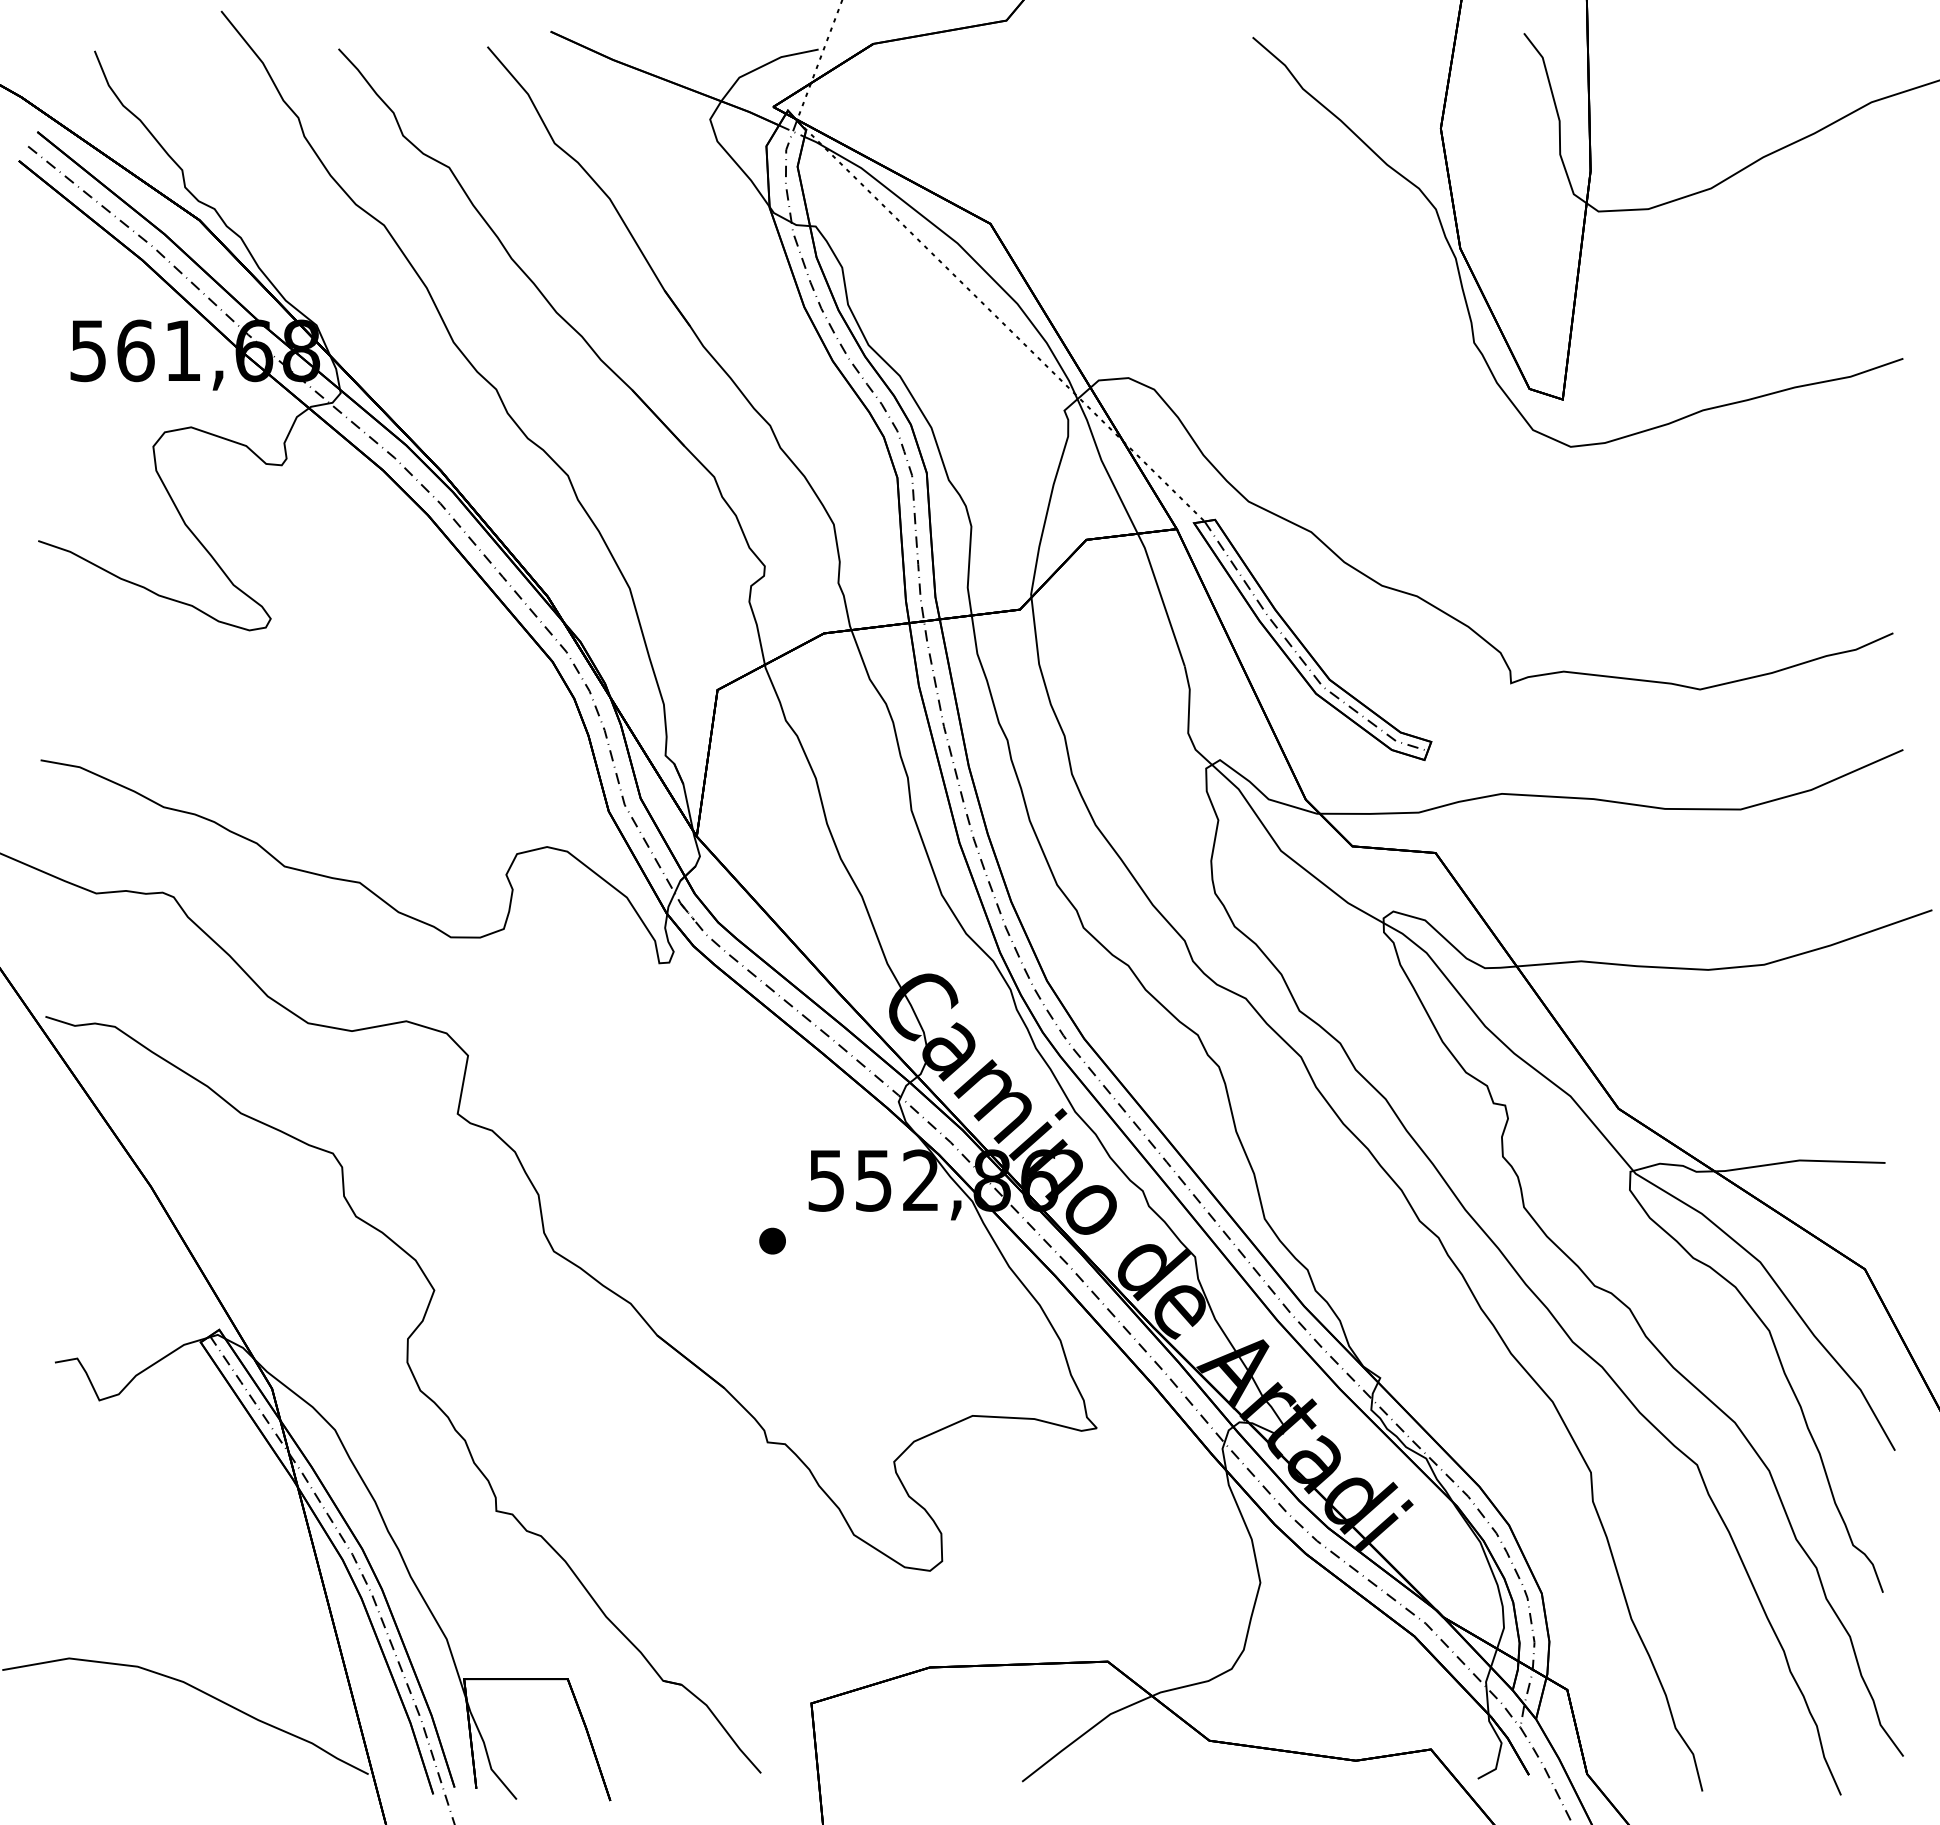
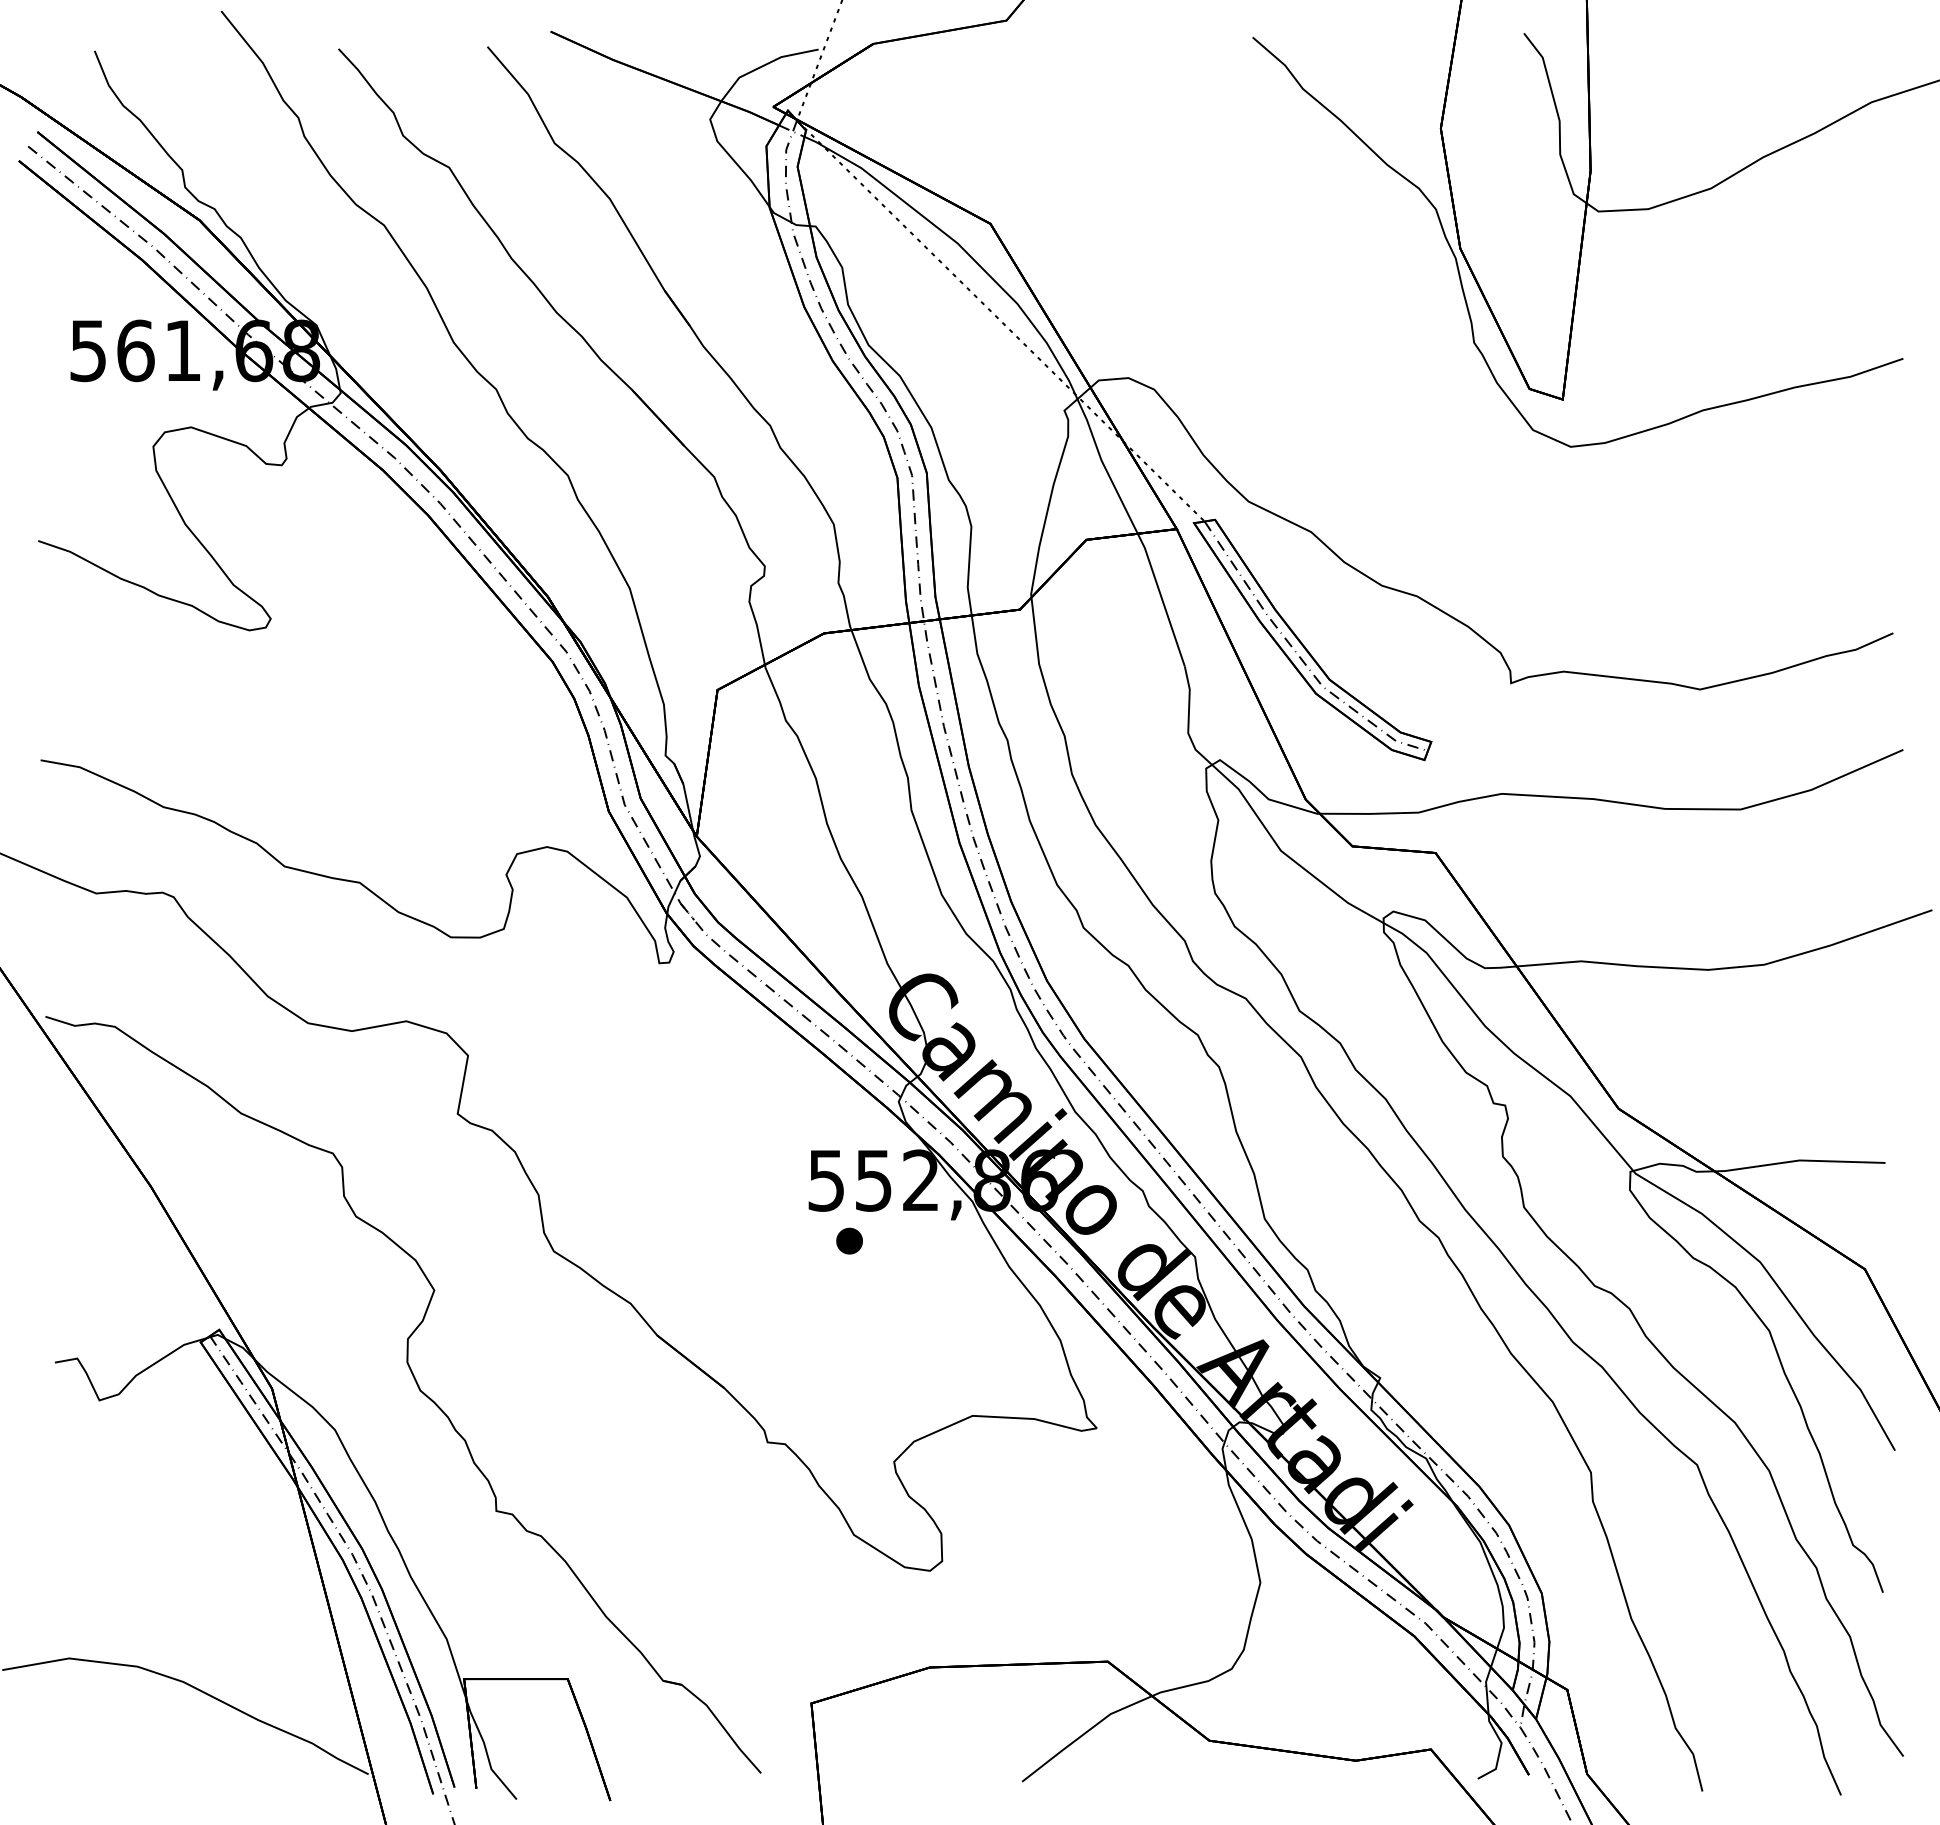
part at (772, 1240) position: (772, 1240) -> (849, 1240)
